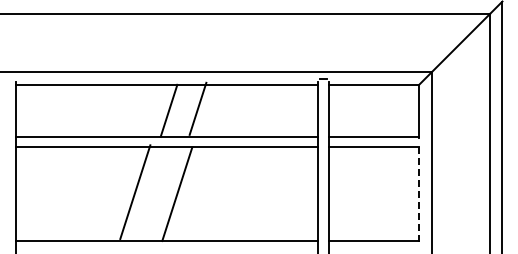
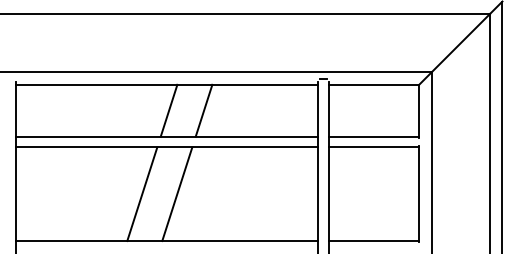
line at (197, 108) position: (197, 108) -> (203, 110)
line at (135, 192) position: (135, 192) -> (142, 194)
line at (419, 194): dashed -> solid
